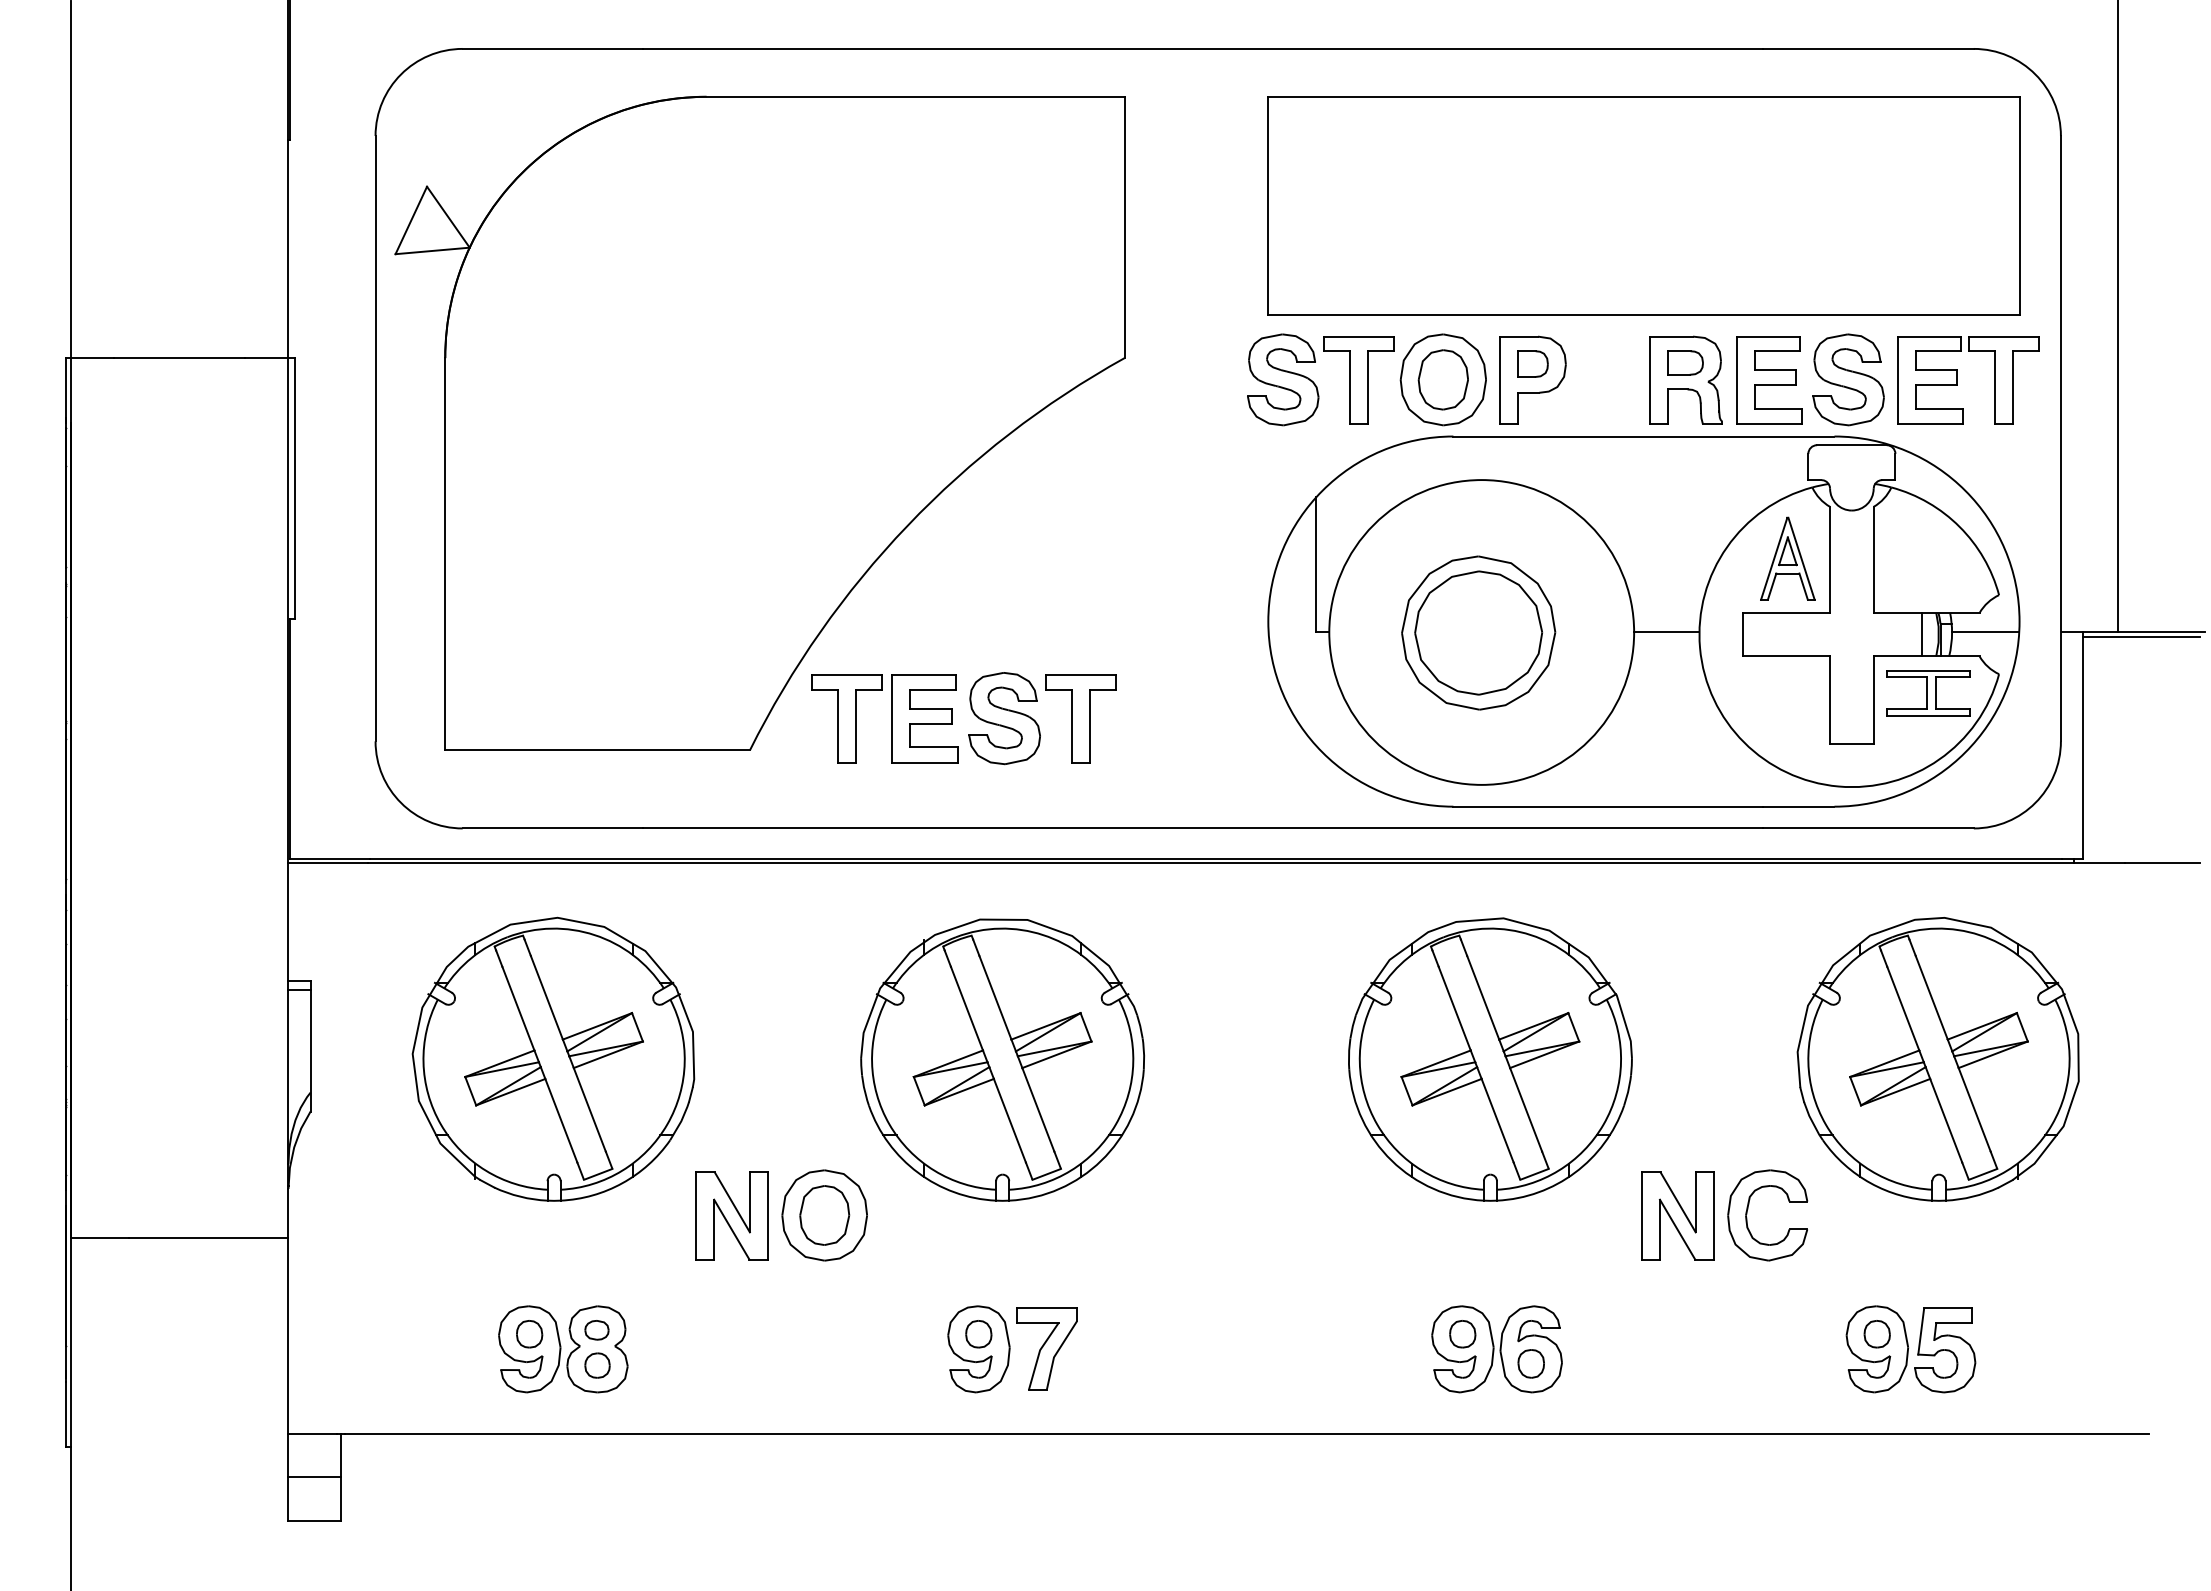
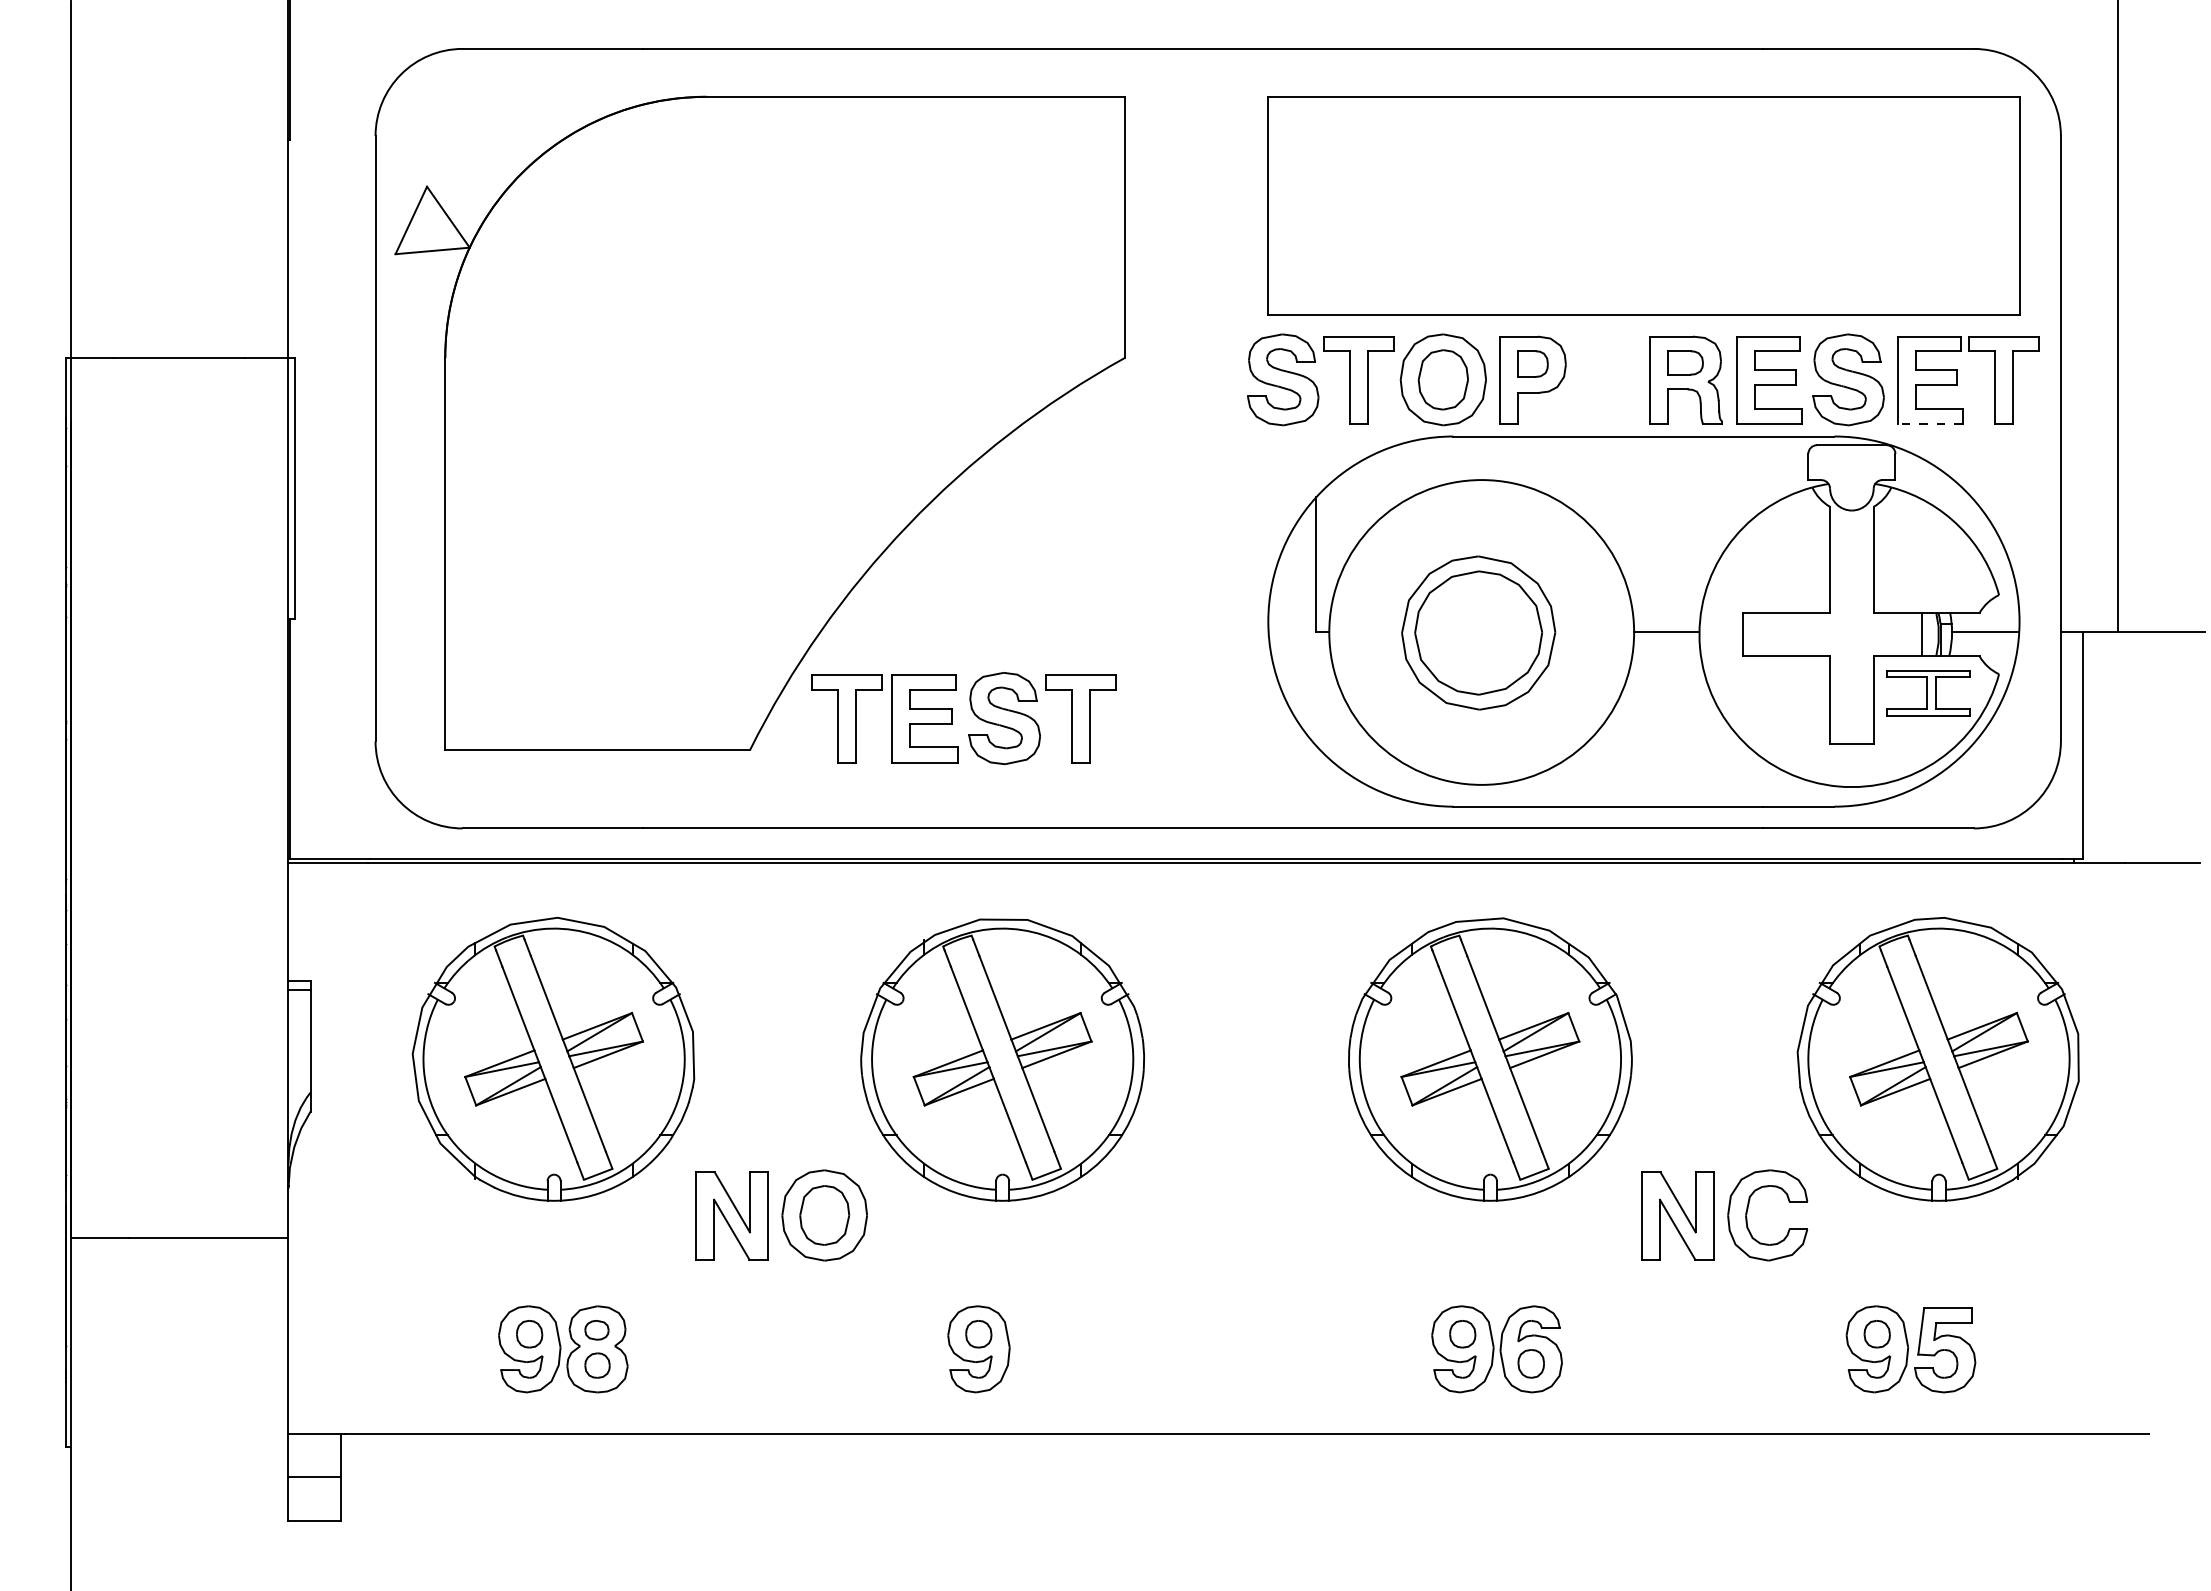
line at (1930, 424): solid -> dashed
part at (1787, 558): present -> none
line at (2141, 636): present -> none
part at (1046, 1348): present -> none
